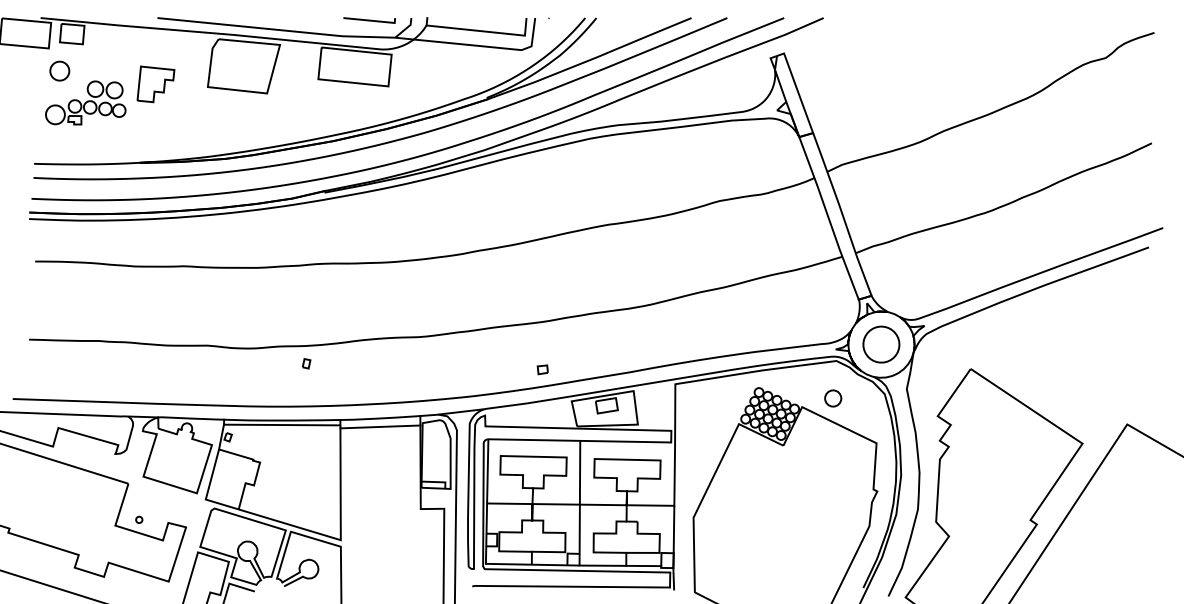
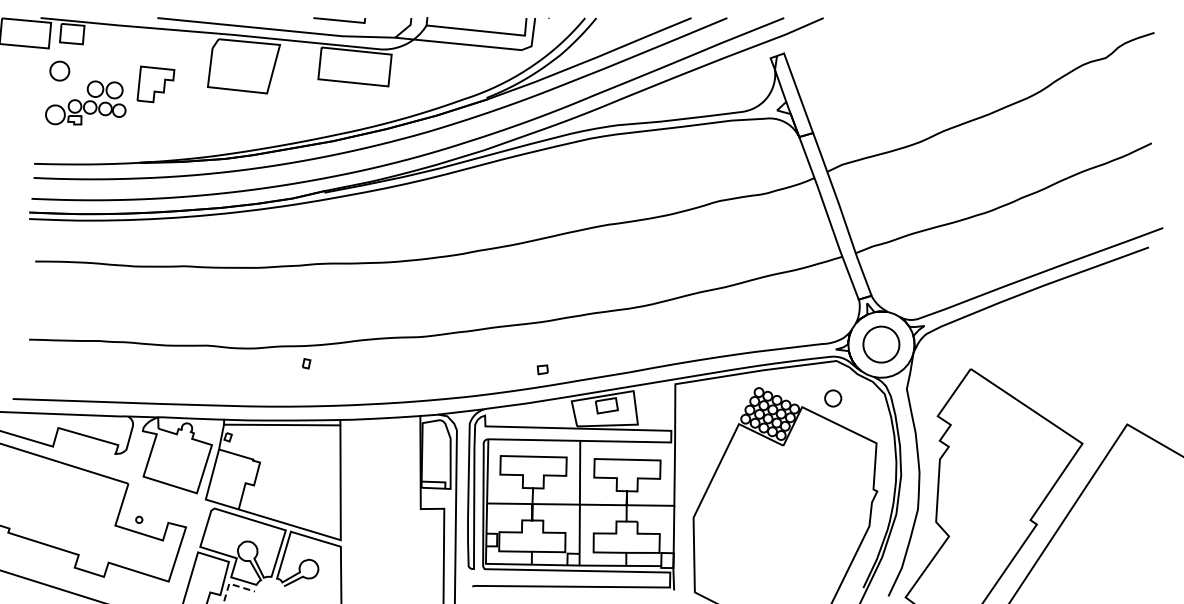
line at (369, 20) position: (369, 20) -> (339, 20)
line at (380, 426): present -> none
line at (232, 584): solid -> dashed
